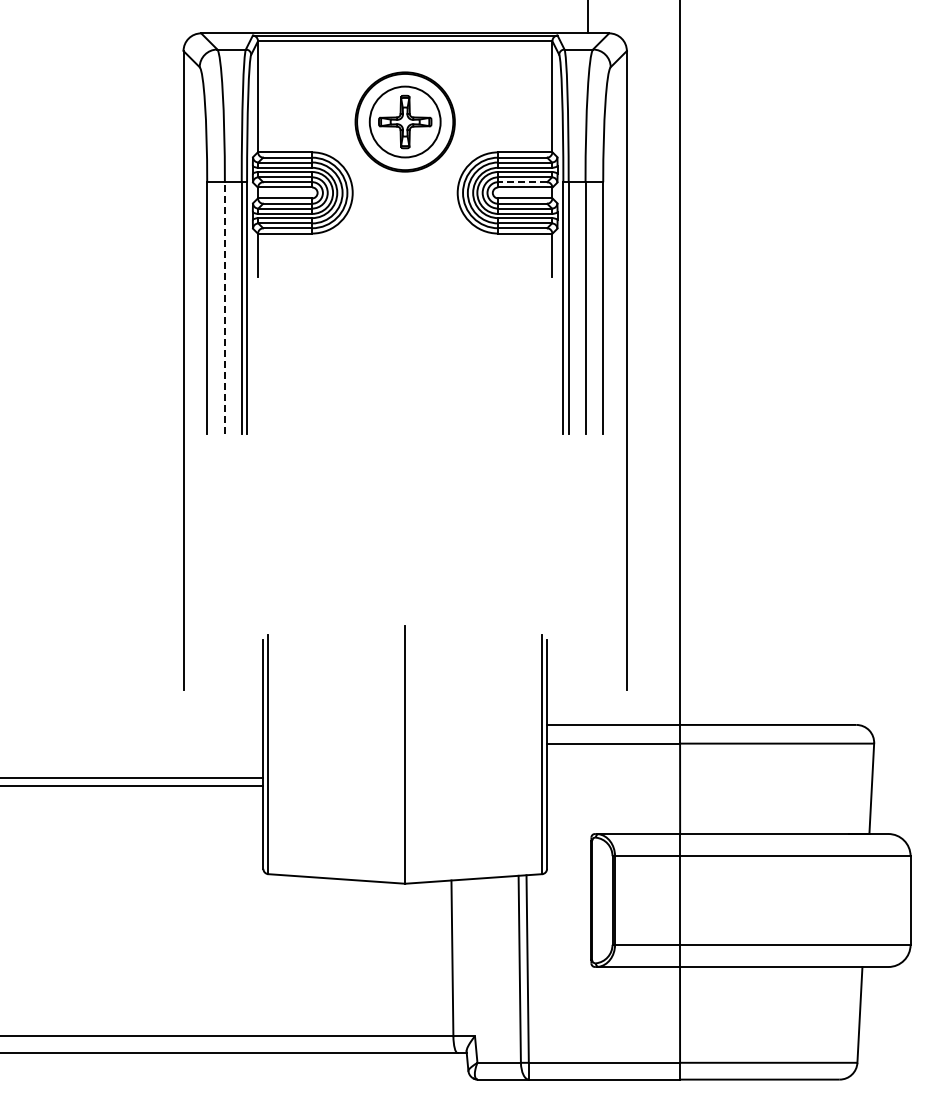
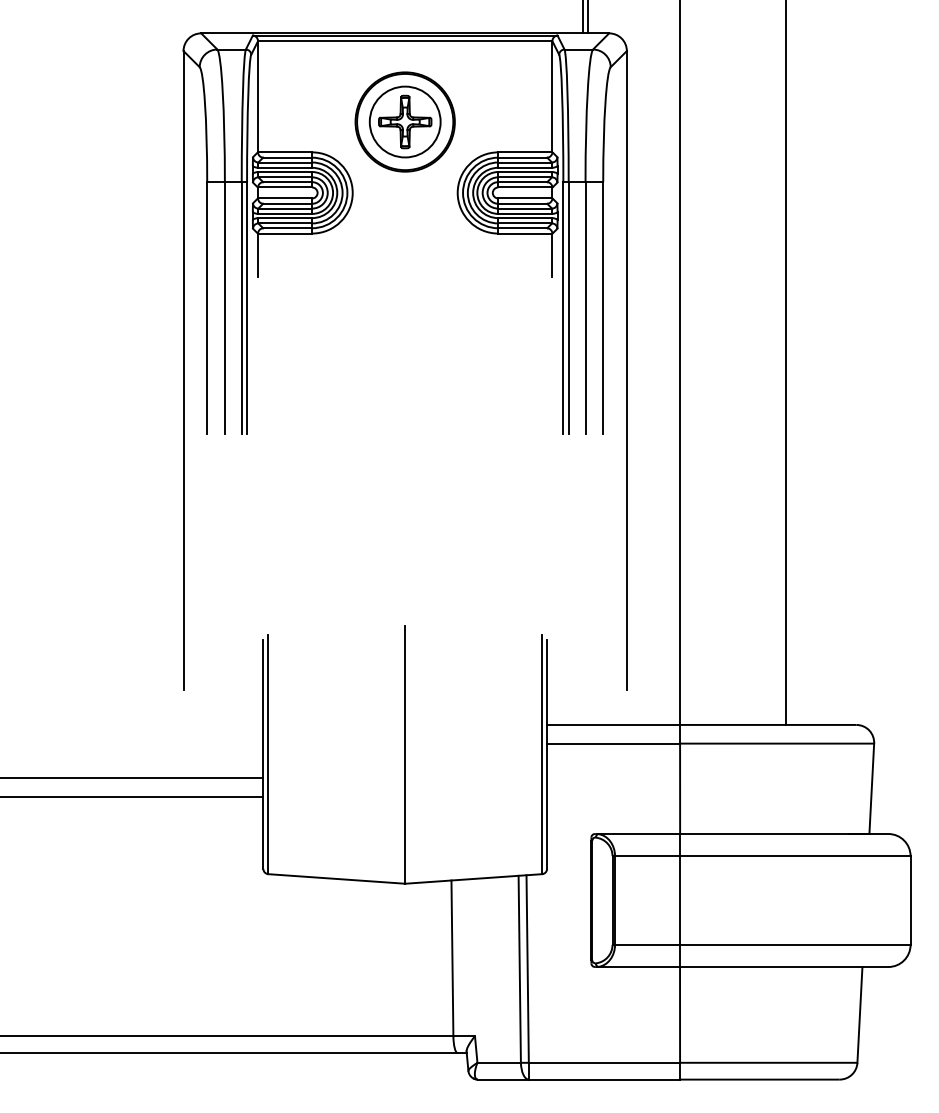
line at (582, 17): none -> present
line at (522, 182): dashed -> solid
line at (224, 307): dashed -> solid
line at (786, 363): none -> present
line at (132, 785) position: (132, 785) -> (132, 796)
